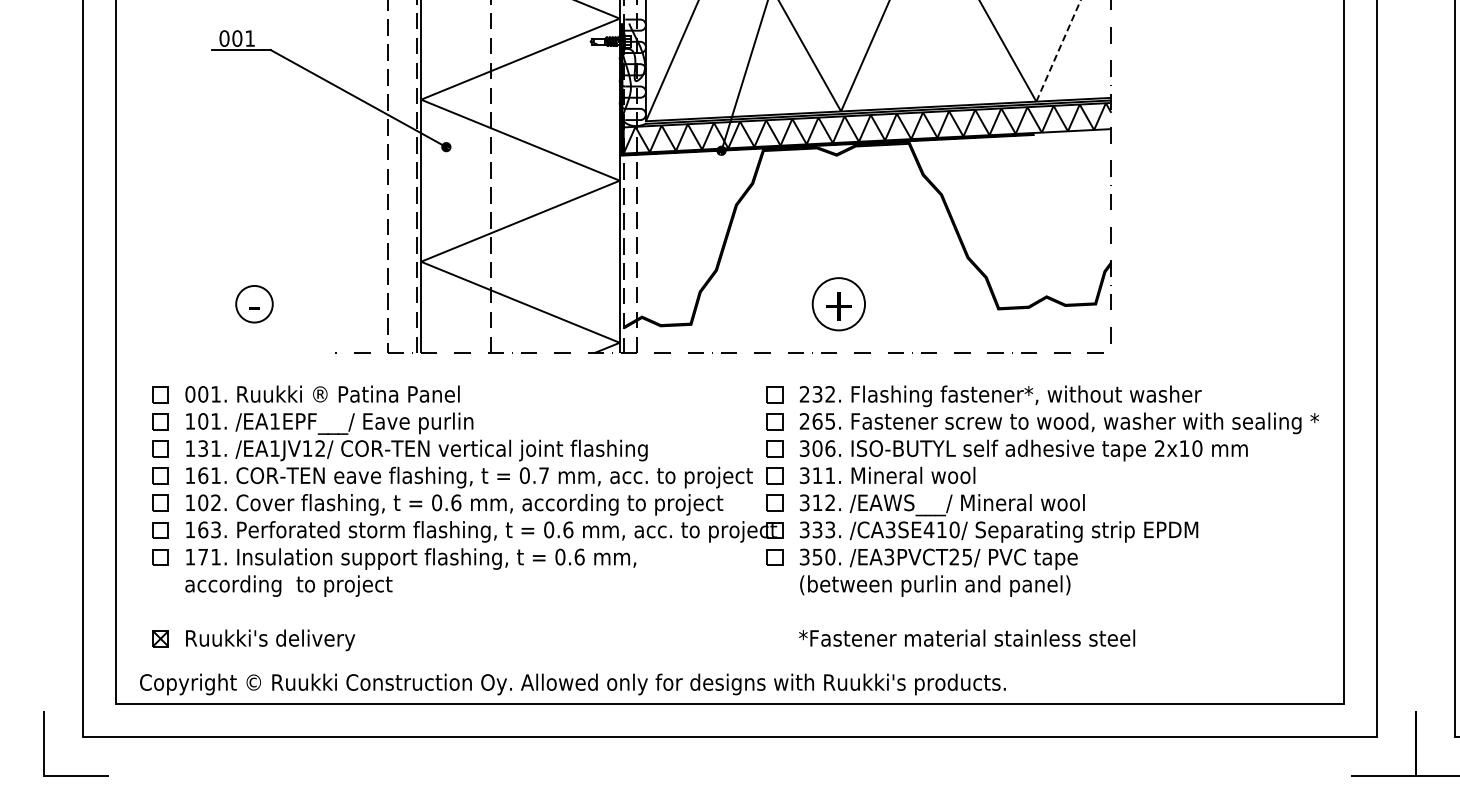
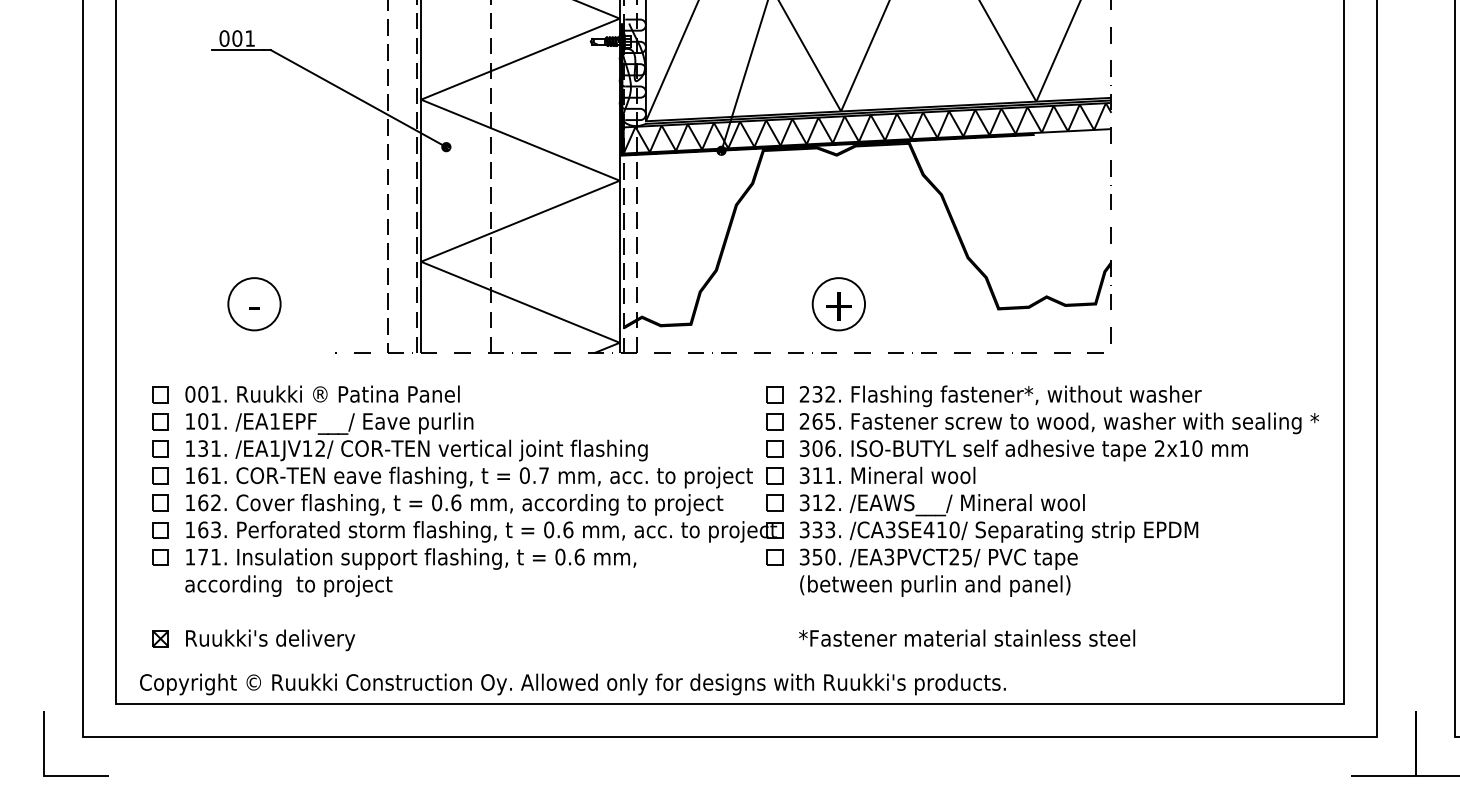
line at (1058, 50): dashed -> solid
circle at (254, 303) diameter: 37 px -> 52 px
text at (203, 502): 102. -> 162.
